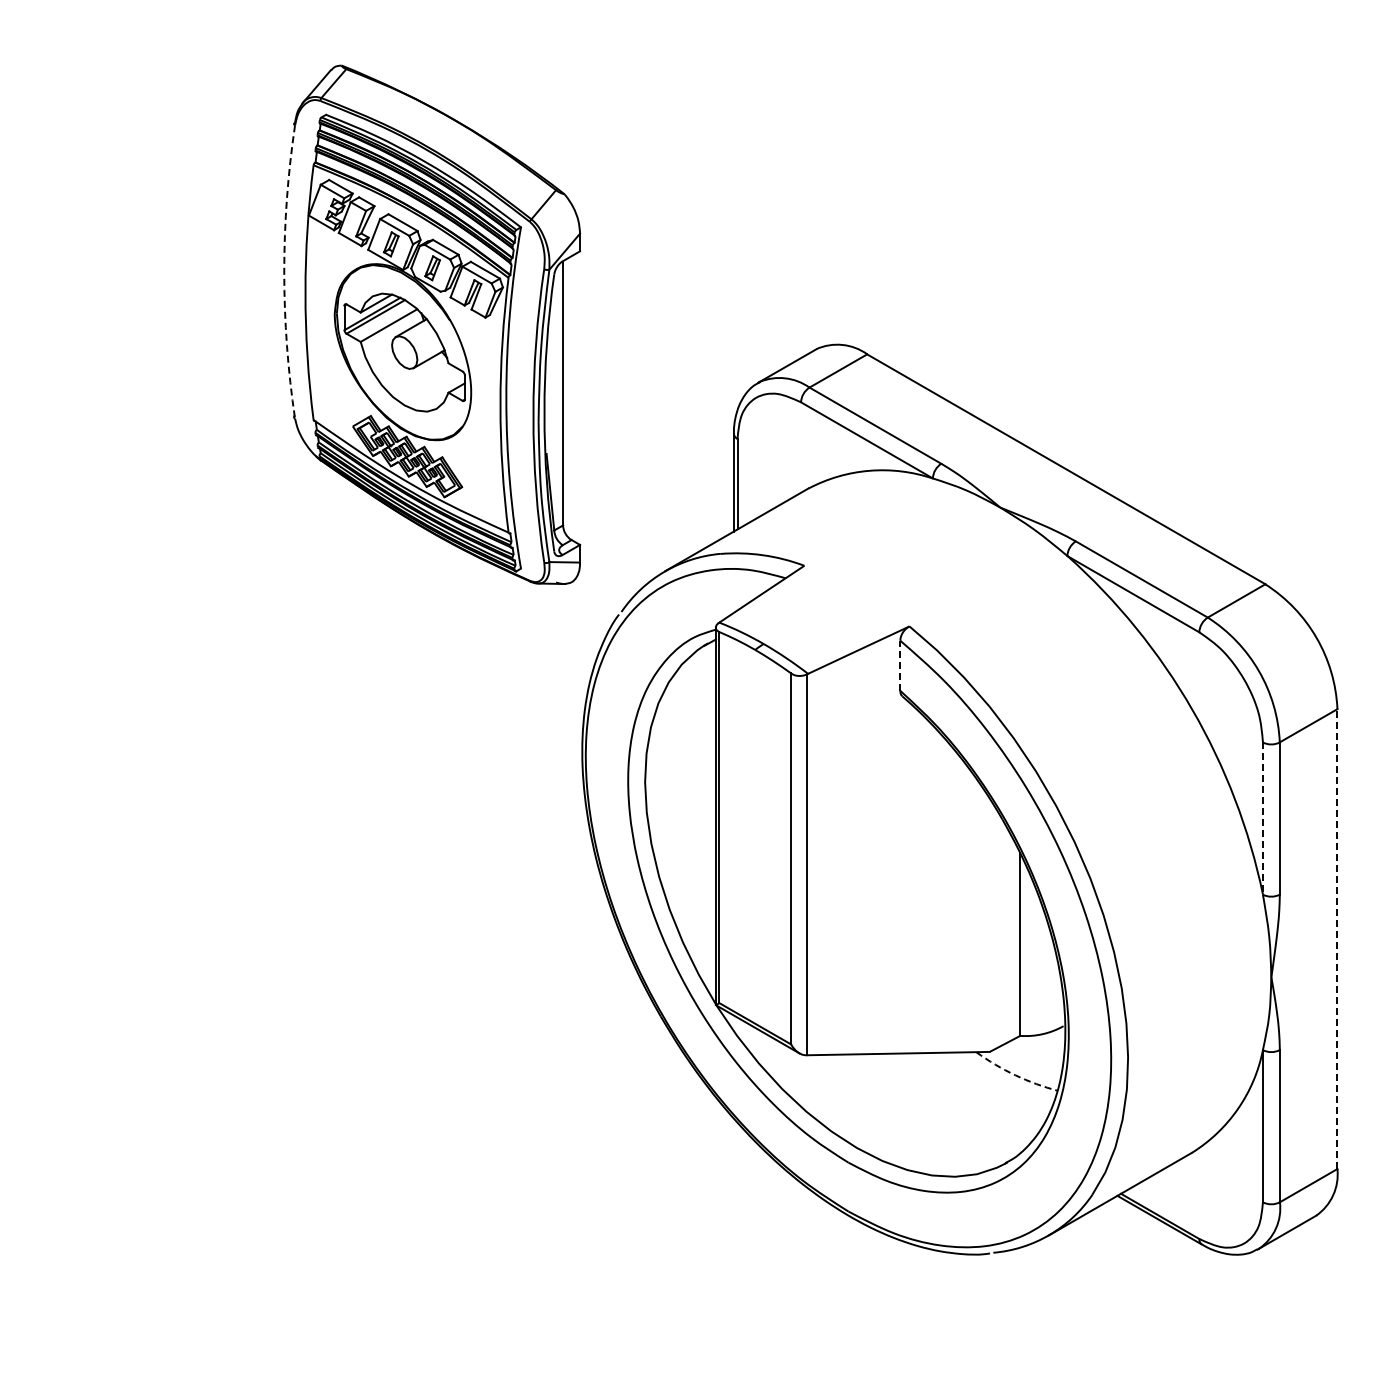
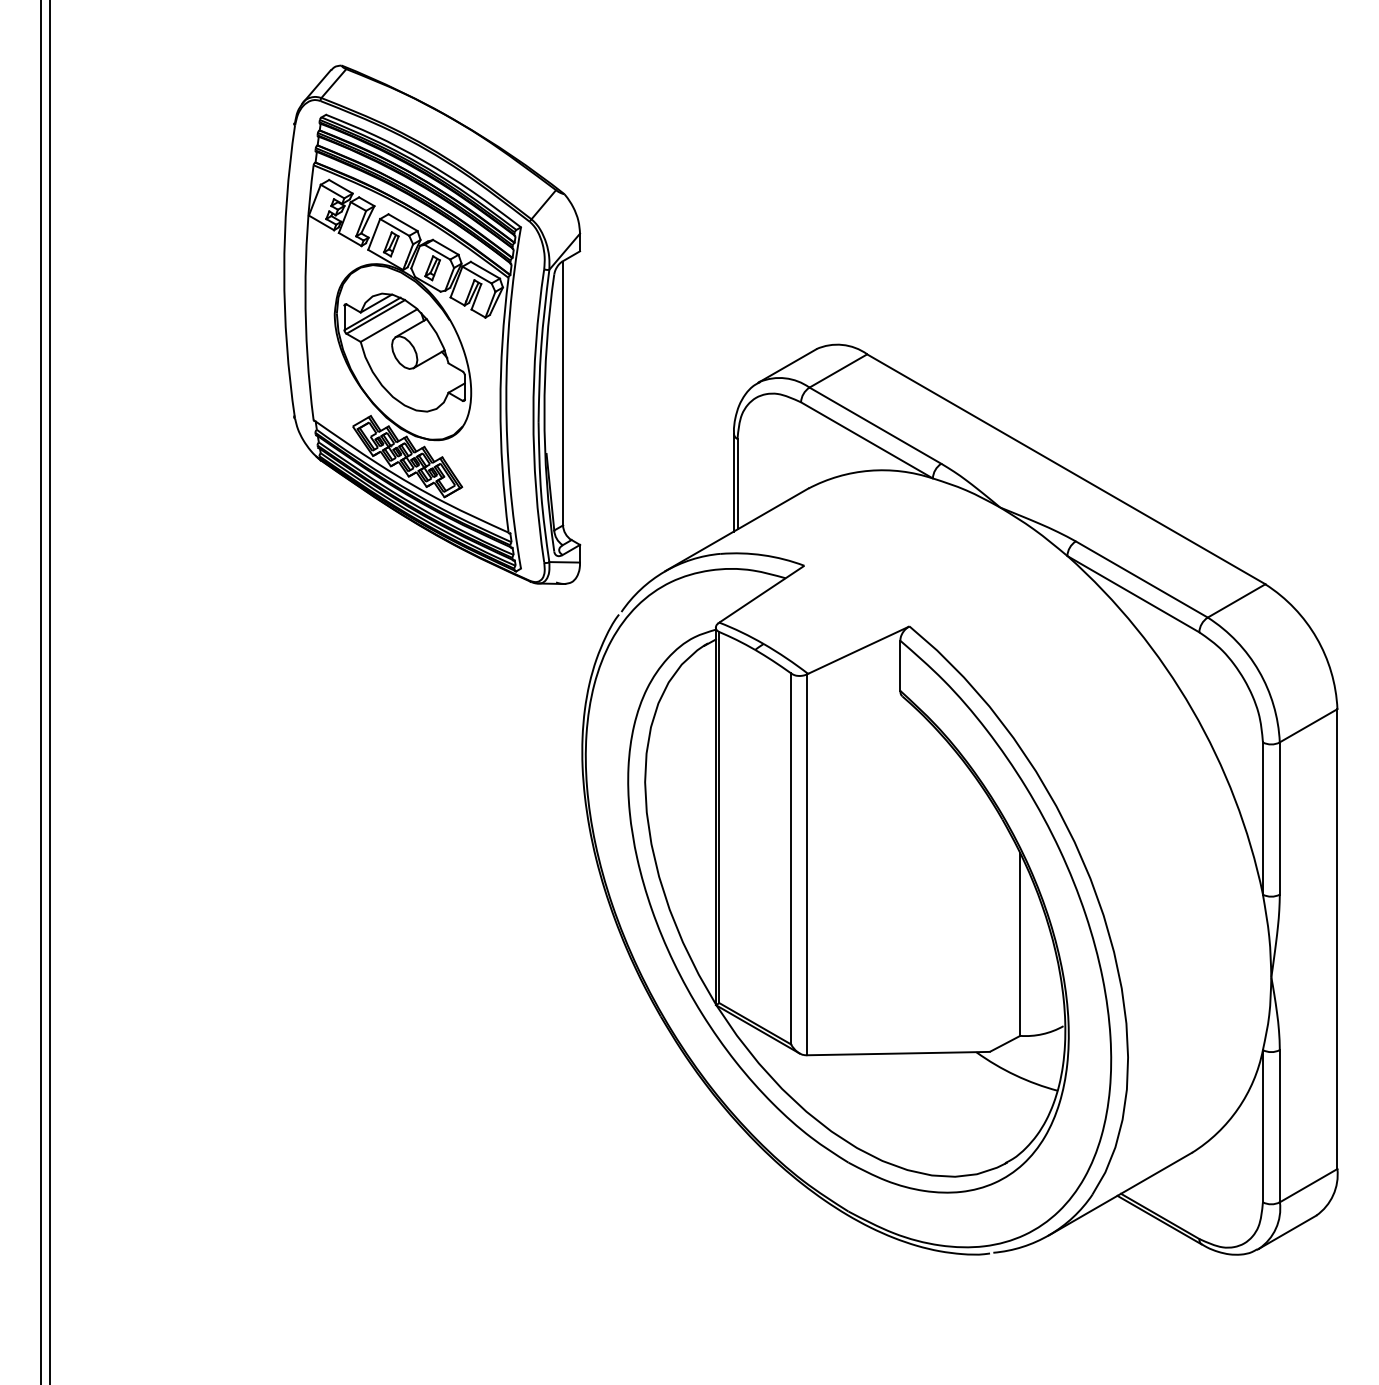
arc at (284, 272): dashed -> solid
line at (900, 665): dashed -> solid
line at (41, 691): none -> present
line at (49, 691): none -> present
line at (1262, 819): dashed -> solid
line at (1337, 939): dashed -> solid
arc at (1015, 1075): dashed -> solid
